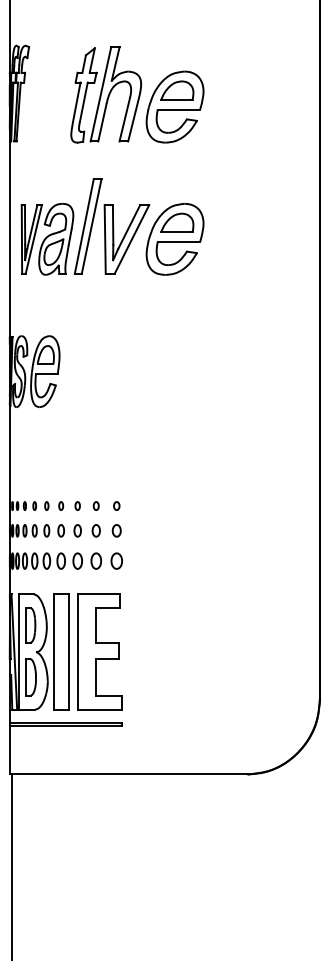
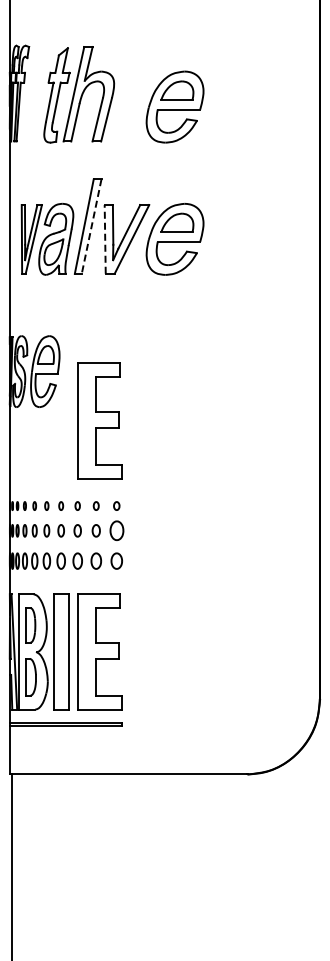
part at (106, 94) position: (106, 94) -> (79, 94)
line at (91, 227): solid -> dashed
line at (105, 238): solid -> dashed
part at (99, 420): none -> present
part at (116, 530) size: 11x14 px -> 16x21 px
